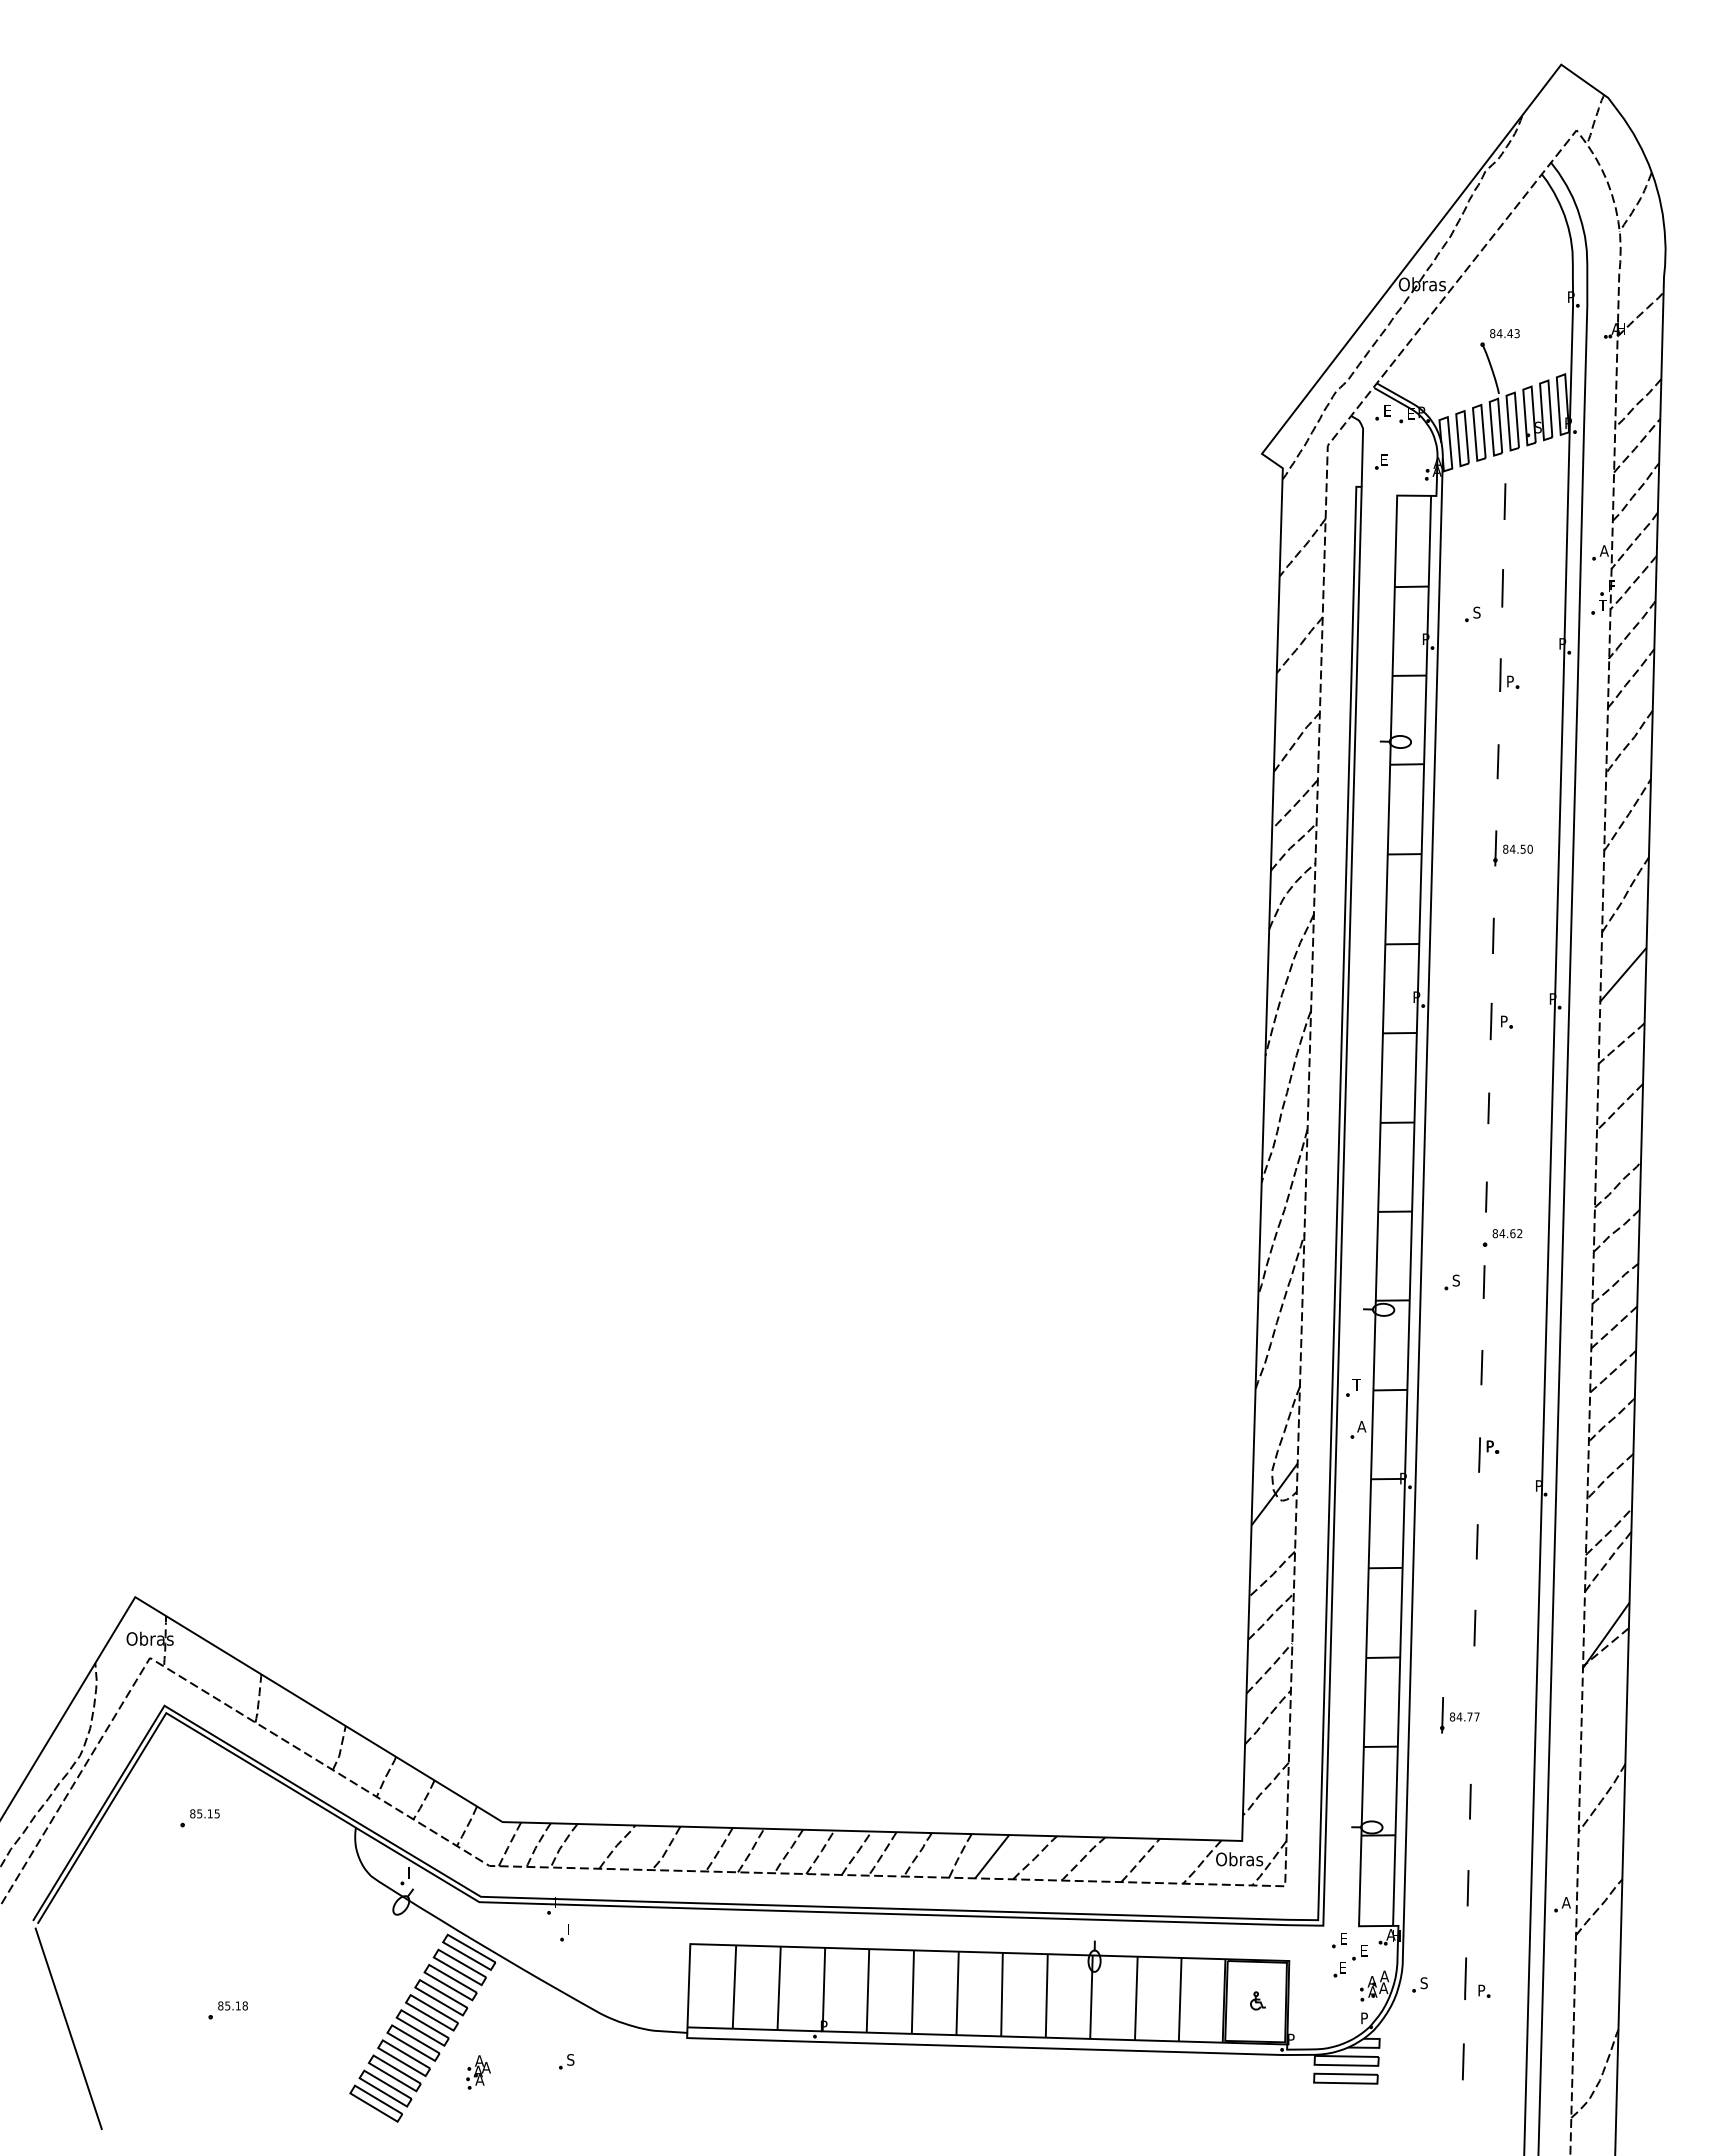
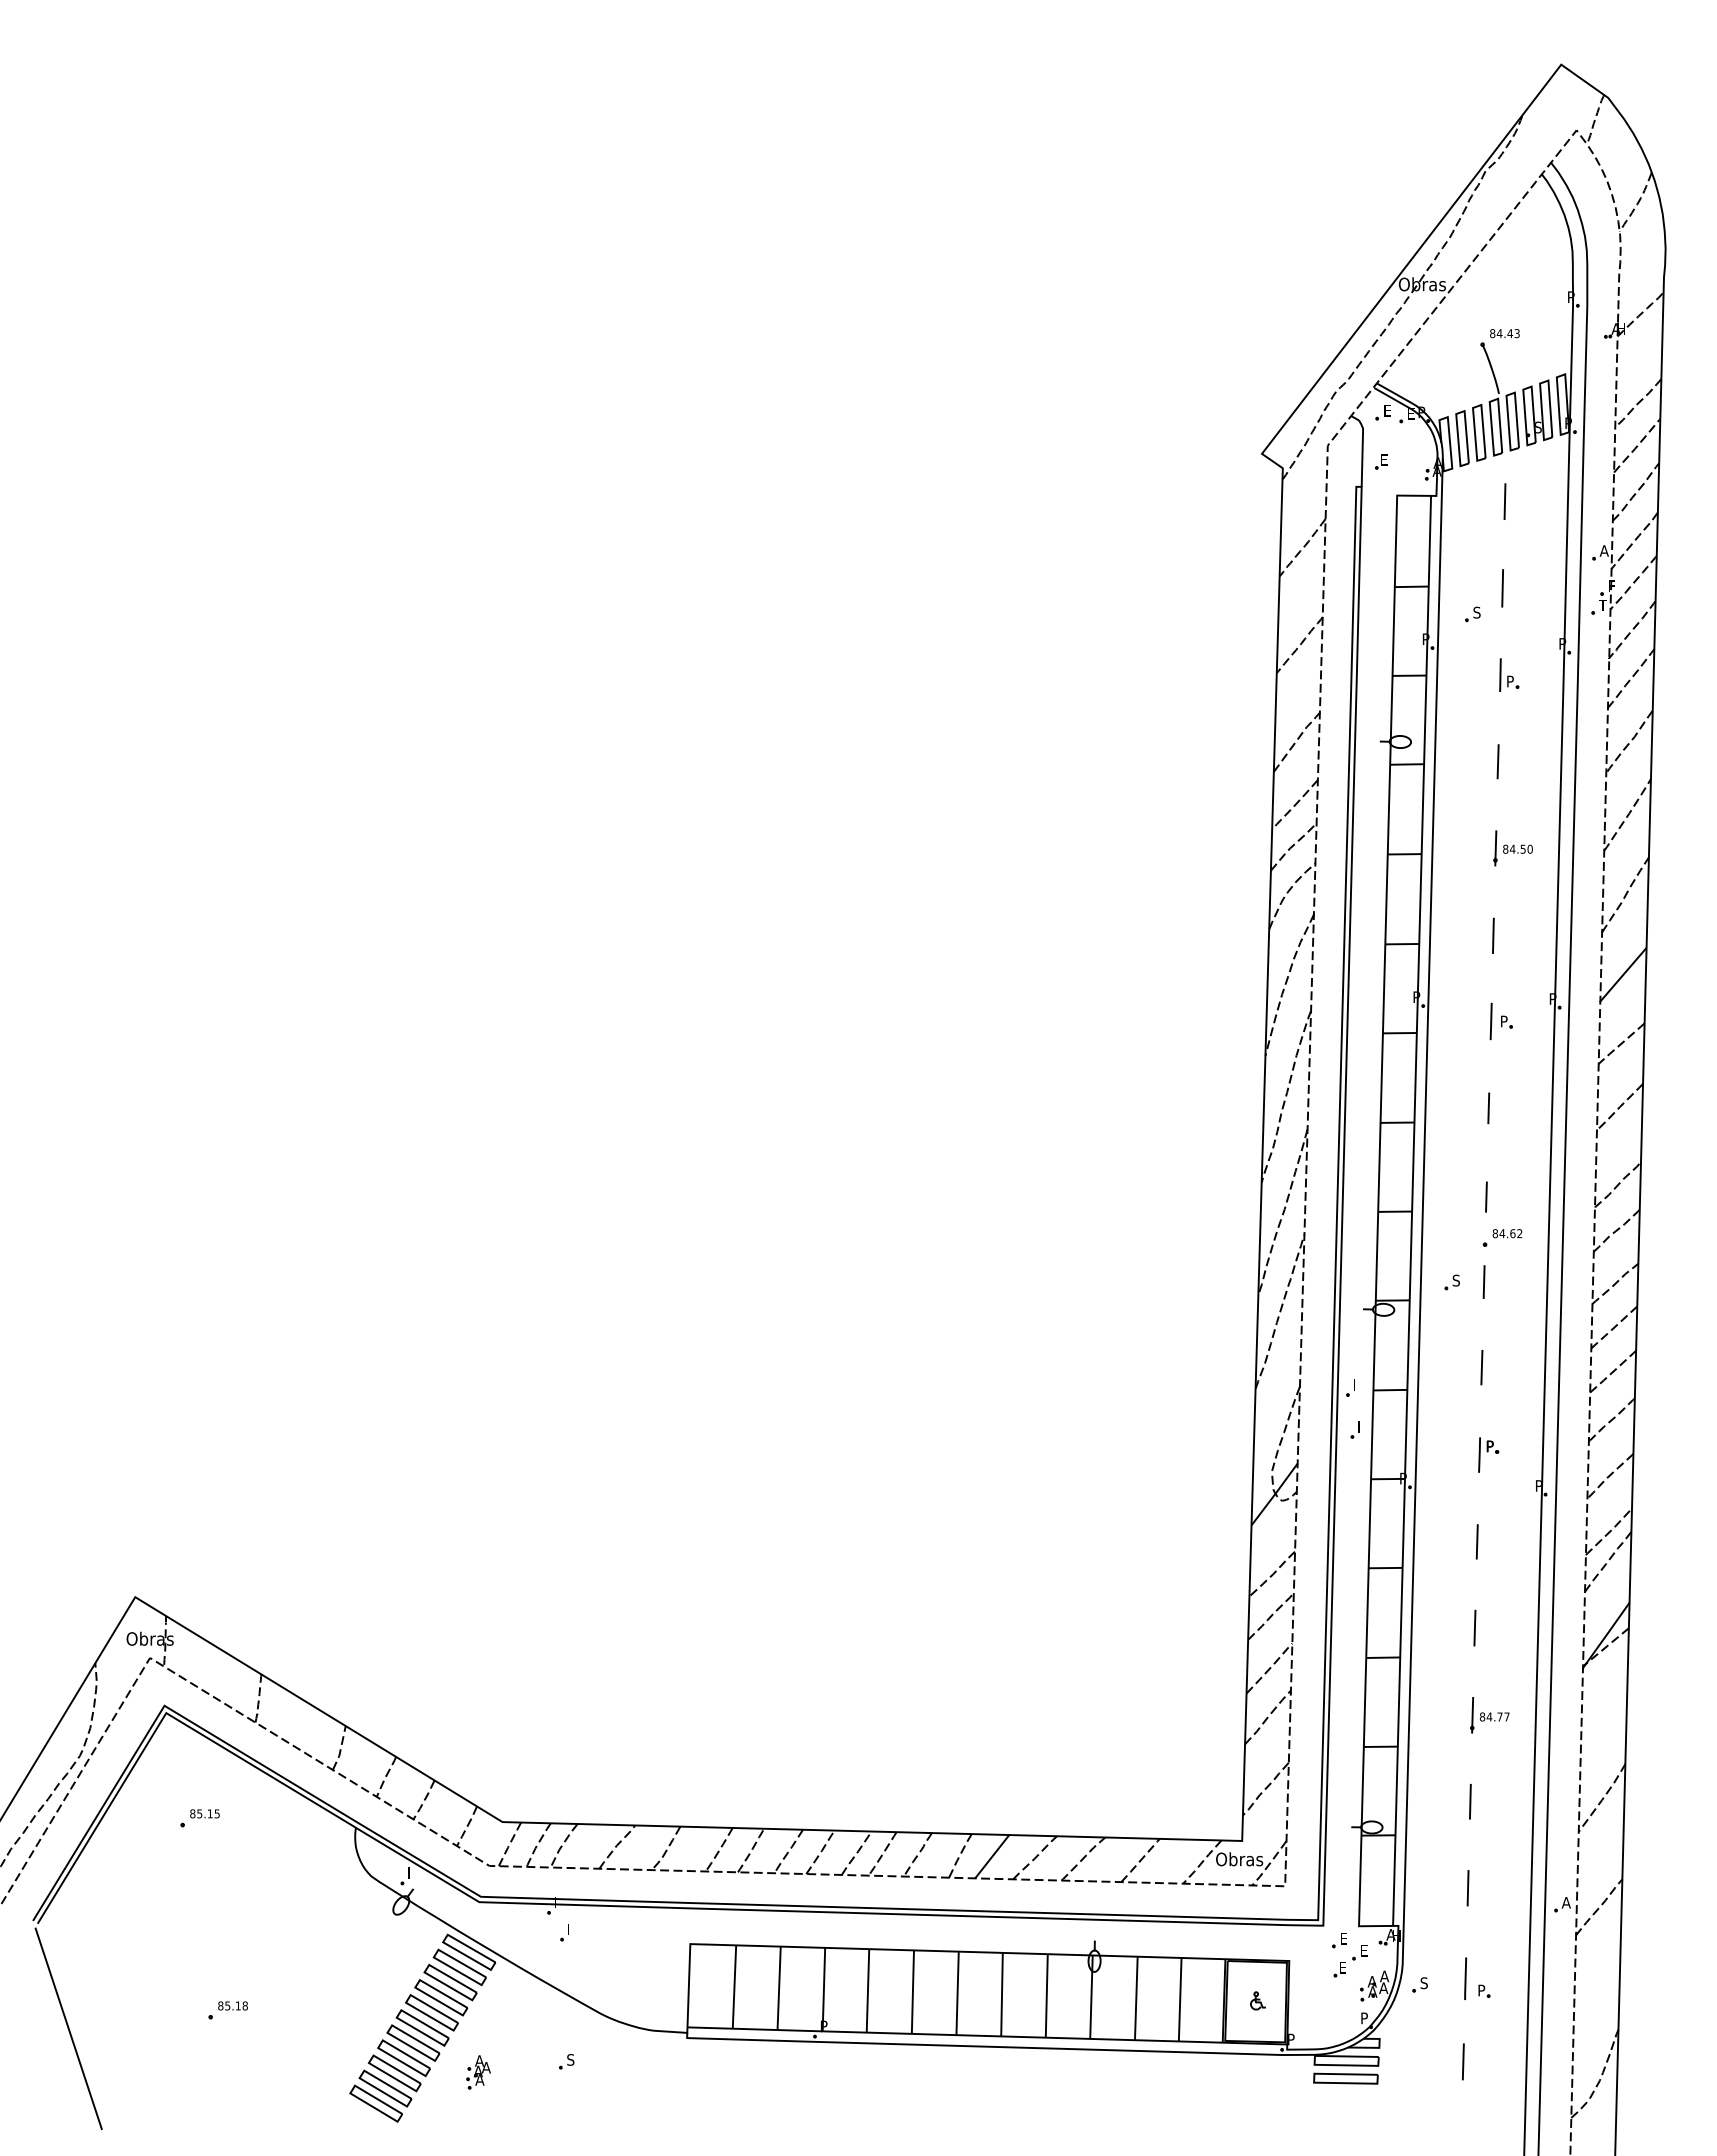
text at (1356, 1384): T -> I
text at (1361, 1426): A -> I
part at (1459, 1715) position: (1459, 1715) -> (1489, 1715)
